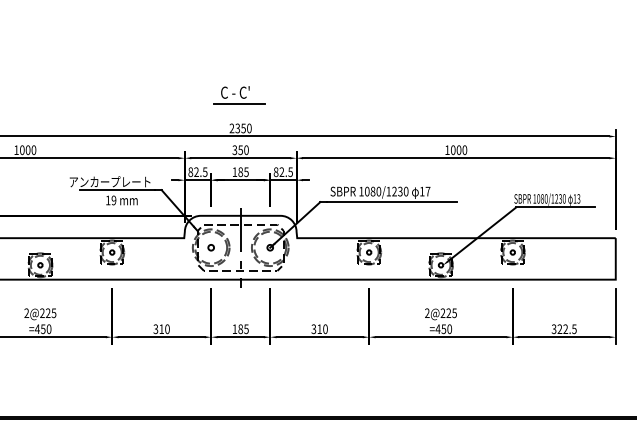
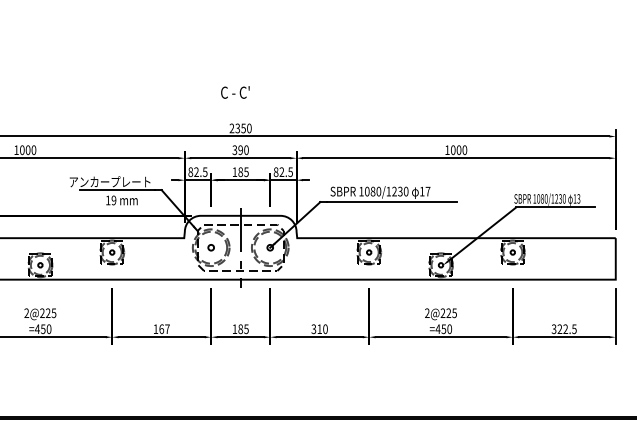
line at (239, 103): present -> none
text at (240, 149): 350 -> 390
text at (161, 329): 310 -> 167
